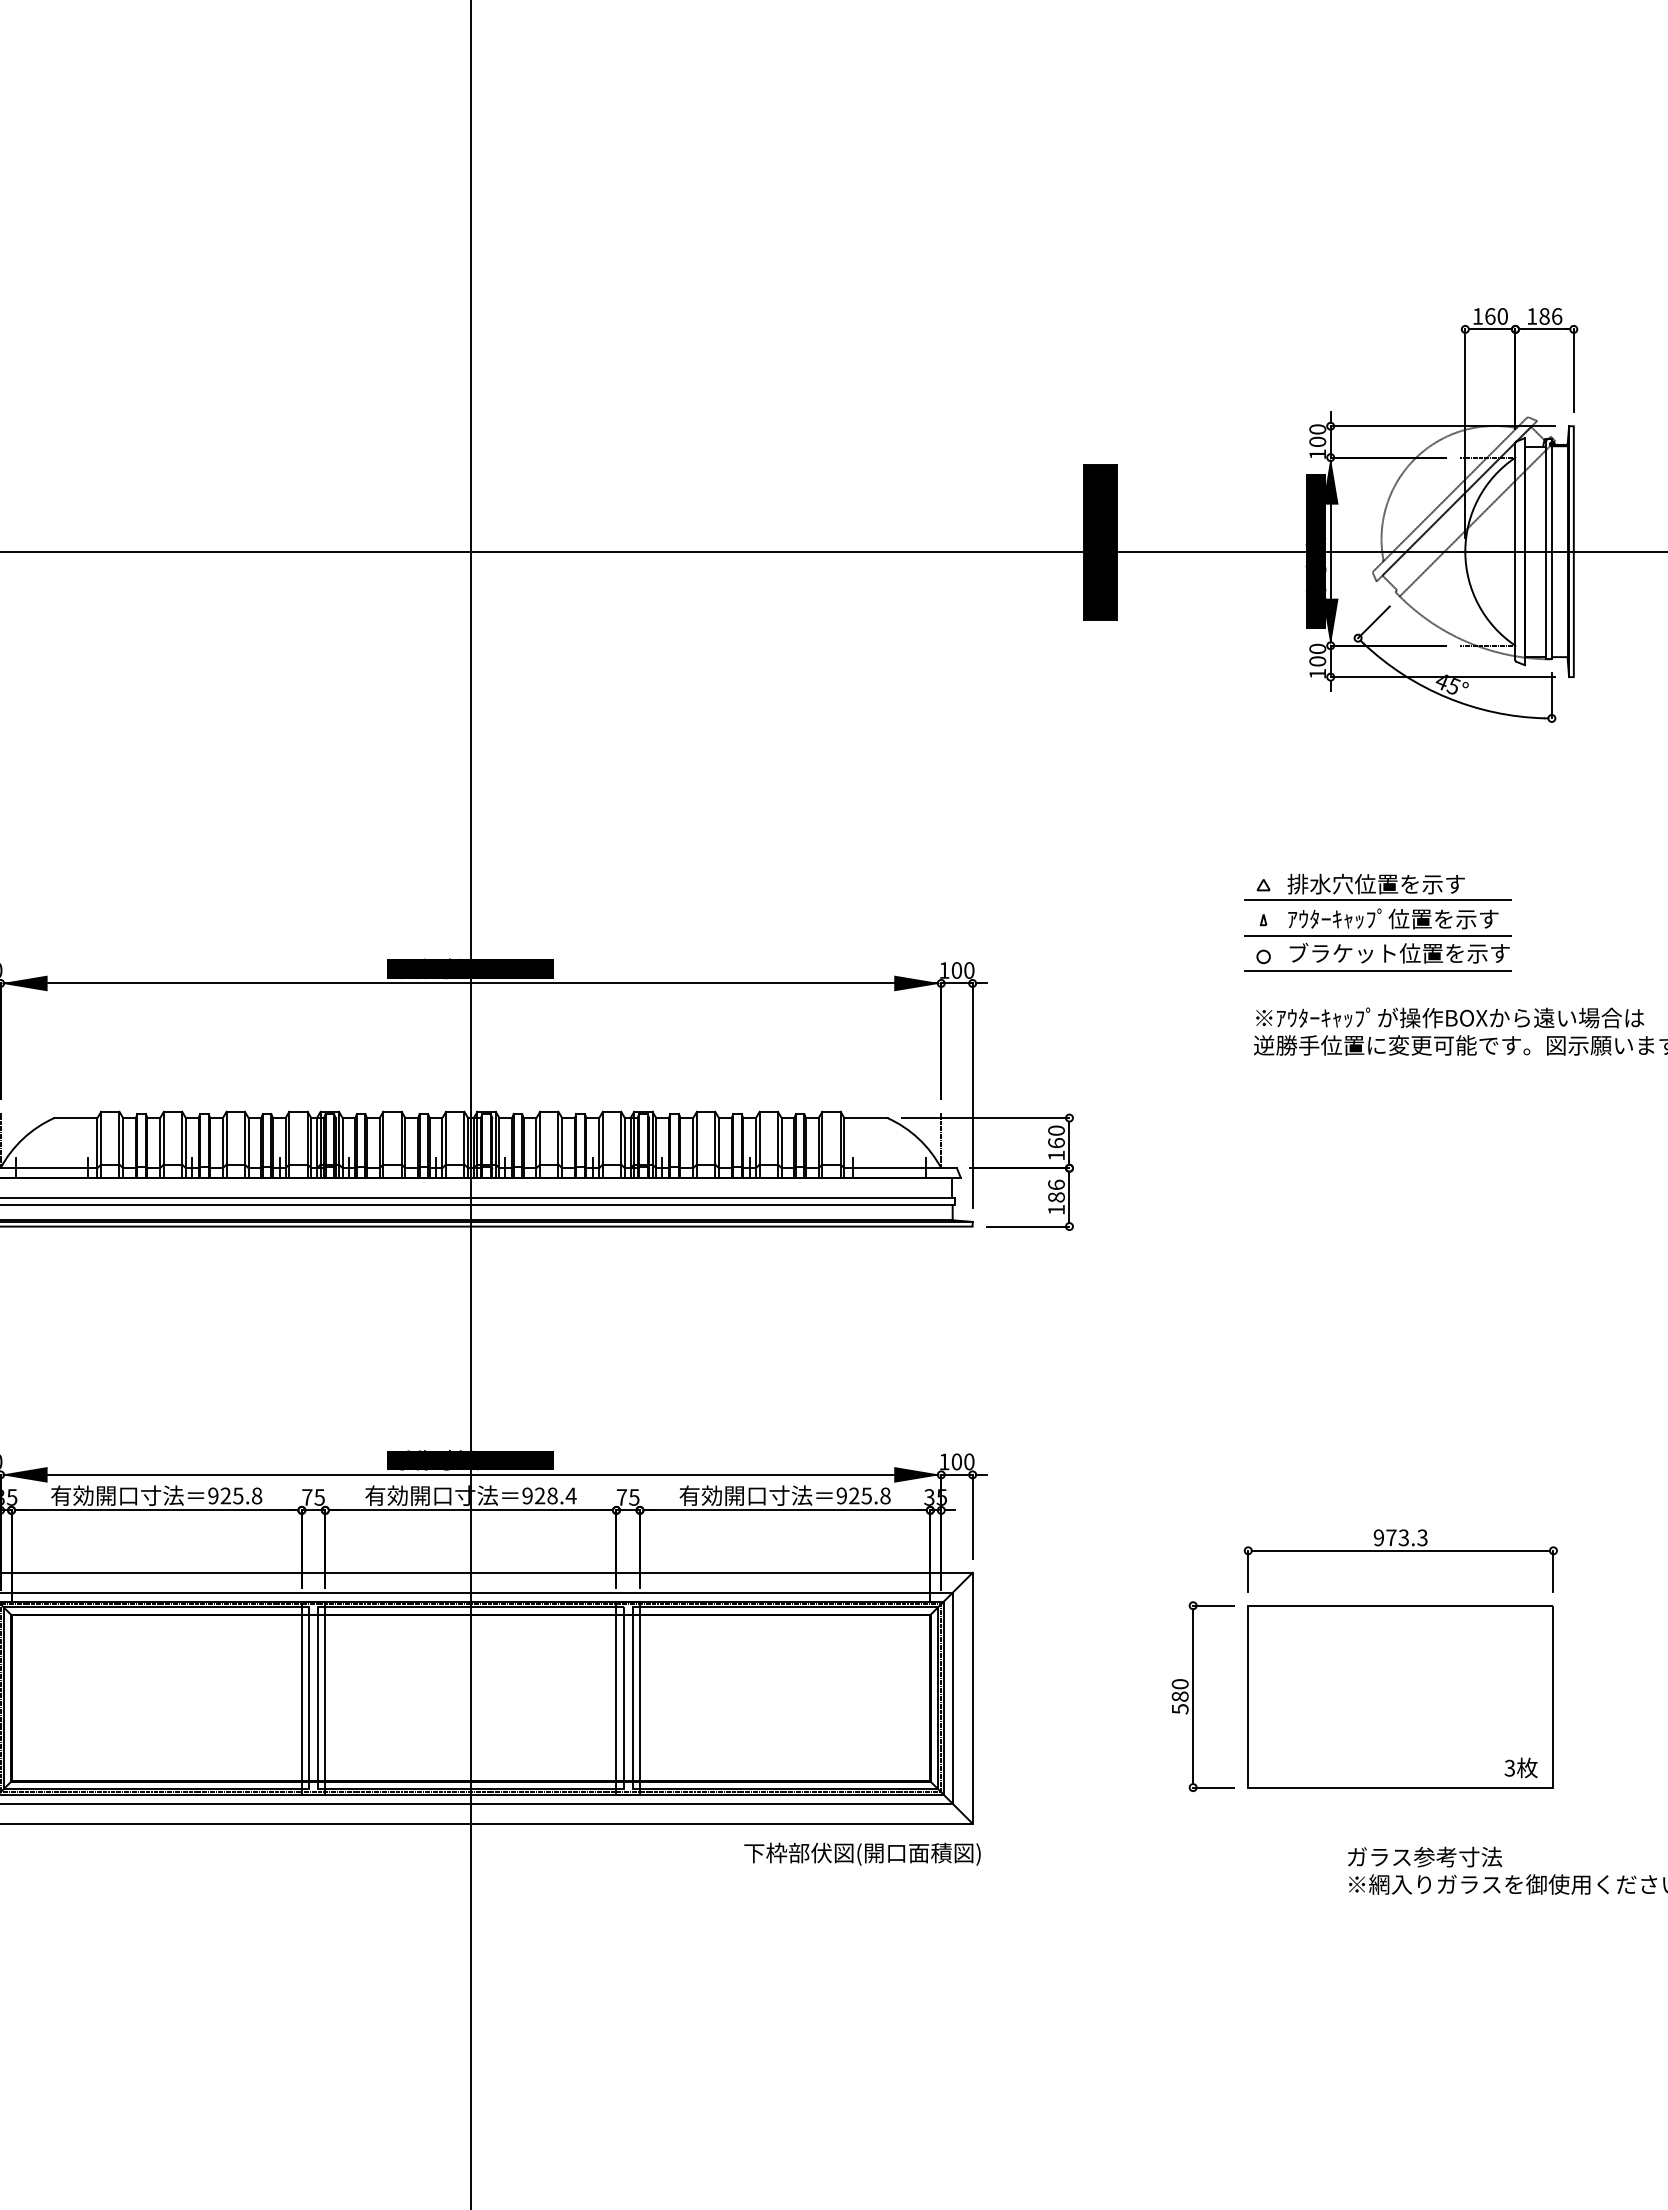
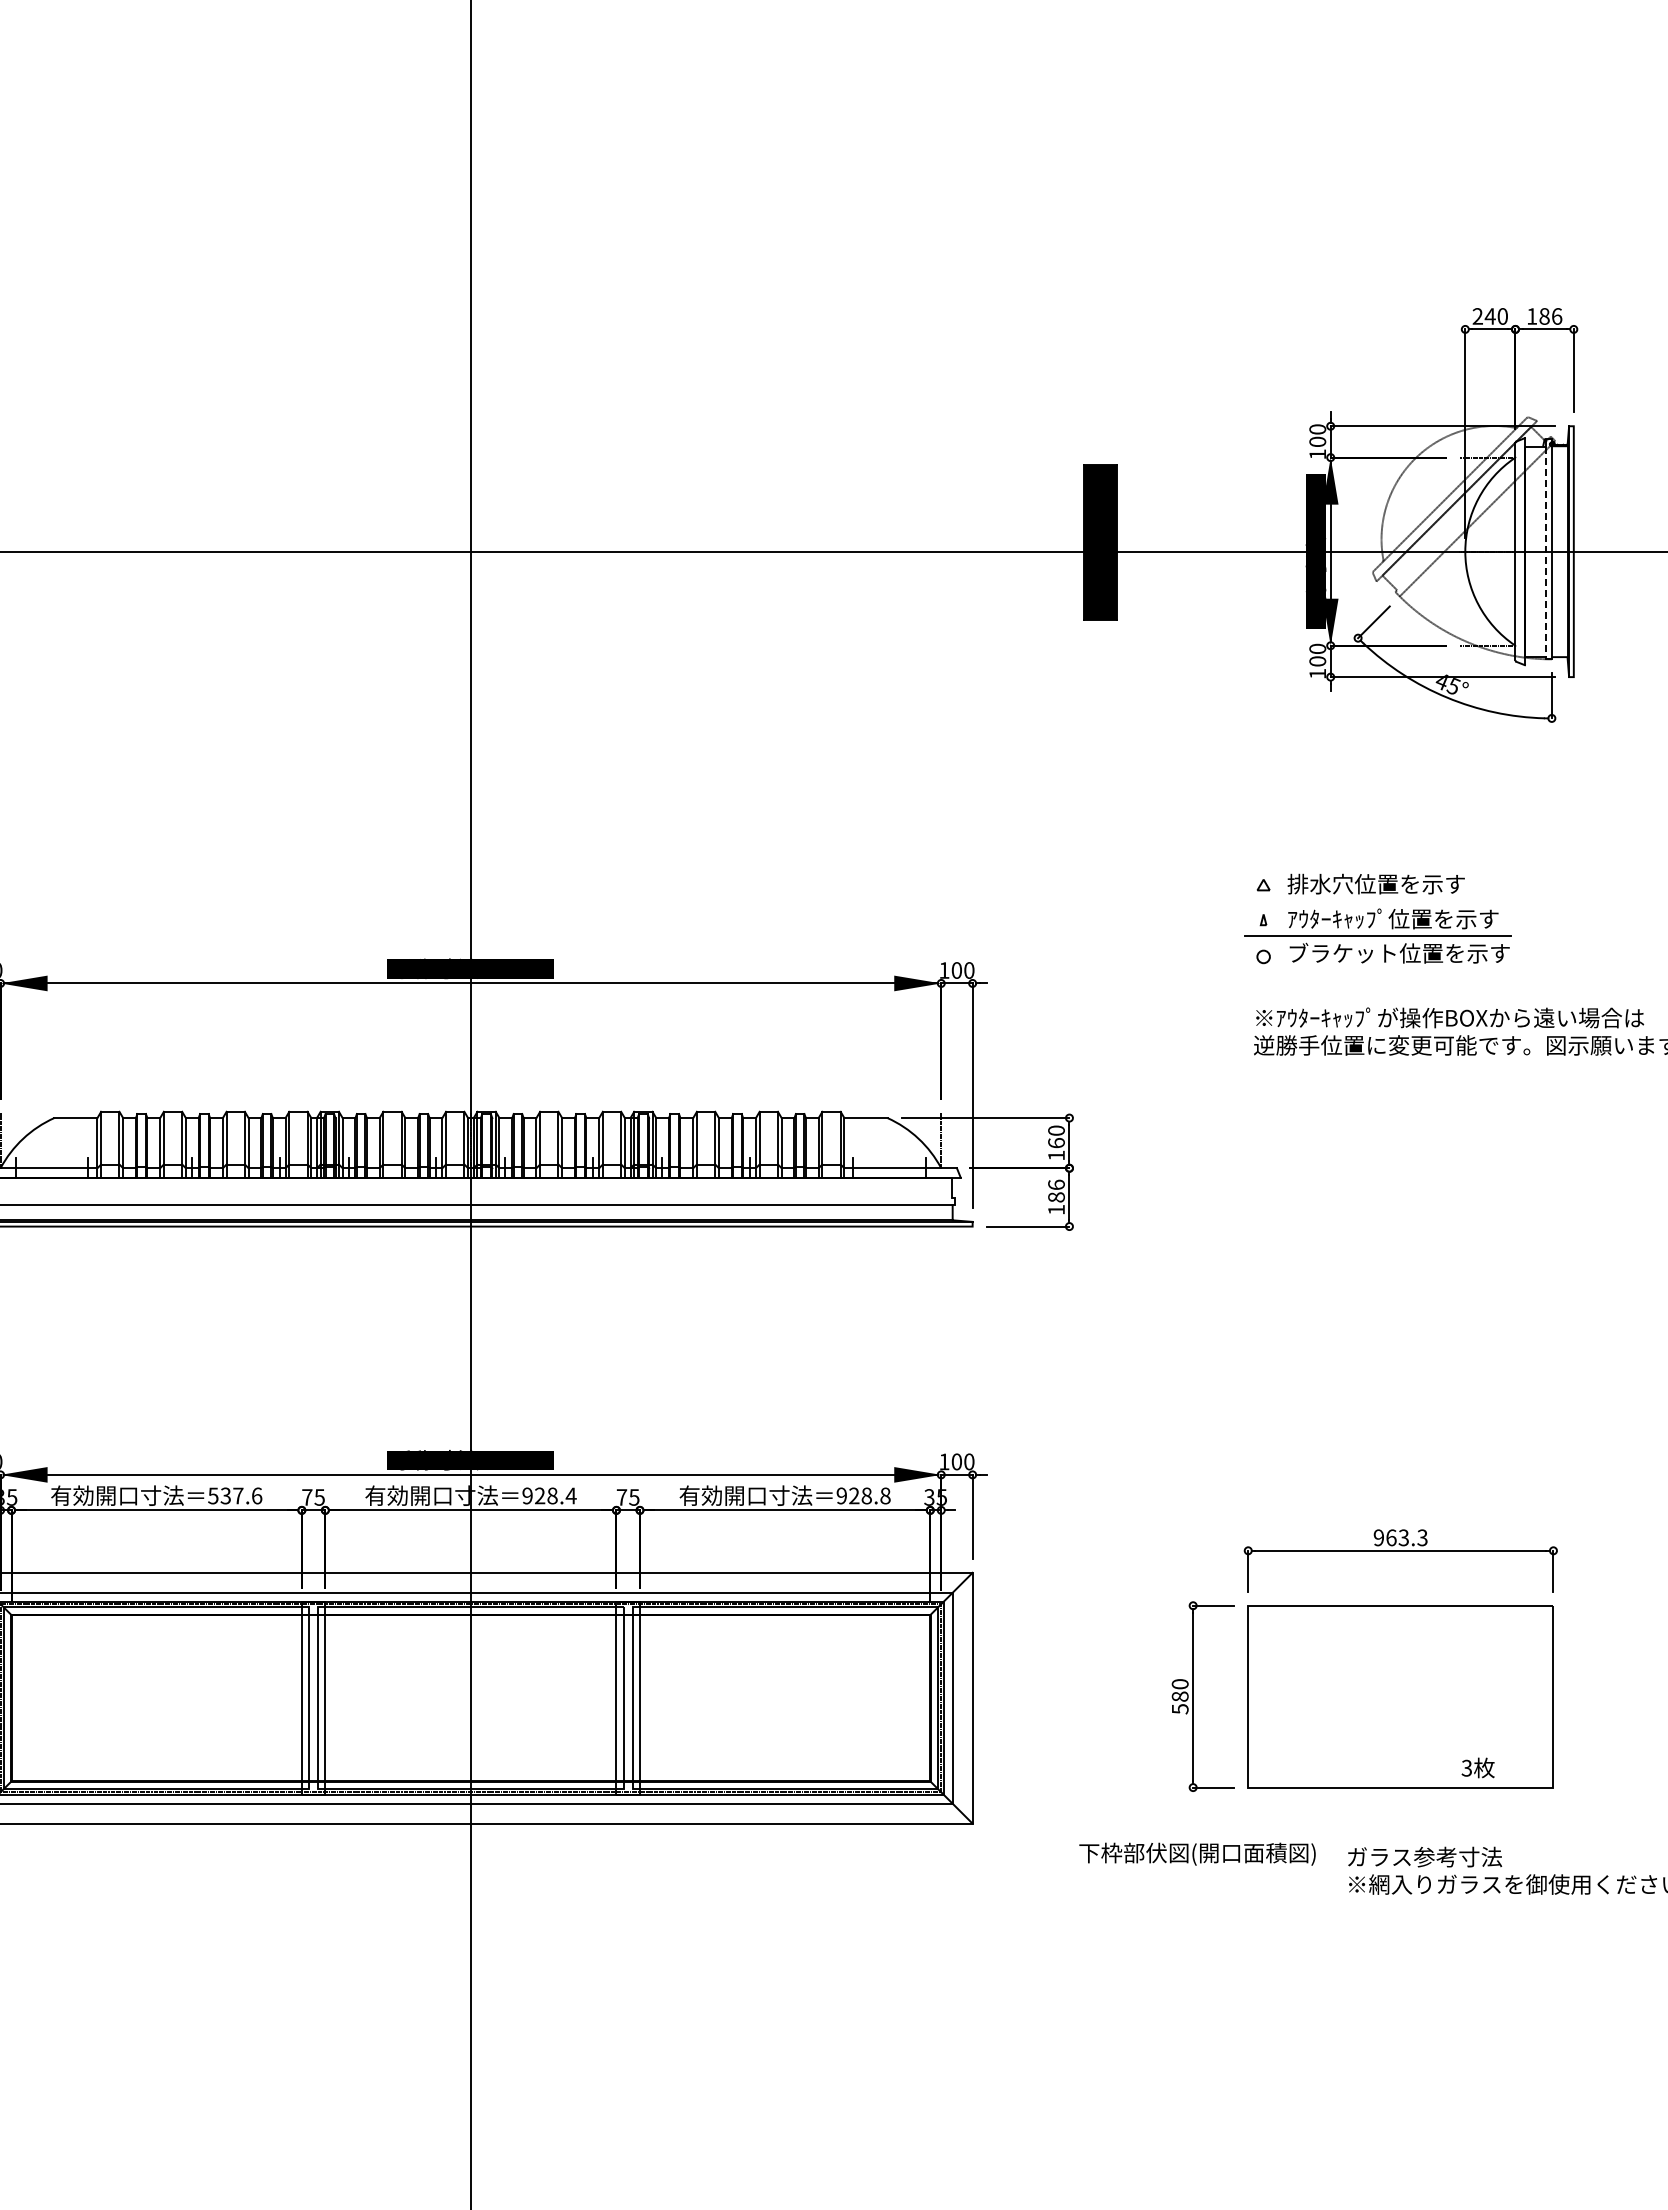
text at (1483, 316): 160 -> 240
line at (1545, 552): solid -> dashed
line at (1377, 899): present -> none
line at (1377, 971): present -> none
line at (477, 1198): present -> none
text at (235, 1495): 925.8 -> 537.6
text at (866, 1495): 925.8 -> 928.8
text at (1391, 1537): 973.3 -> 963.3
text at (1520, 1767) position: (1520, 1767) -> (1477, 1767)
text at (862, 1853) position: (862, 1853) -> (1197, 1853)
